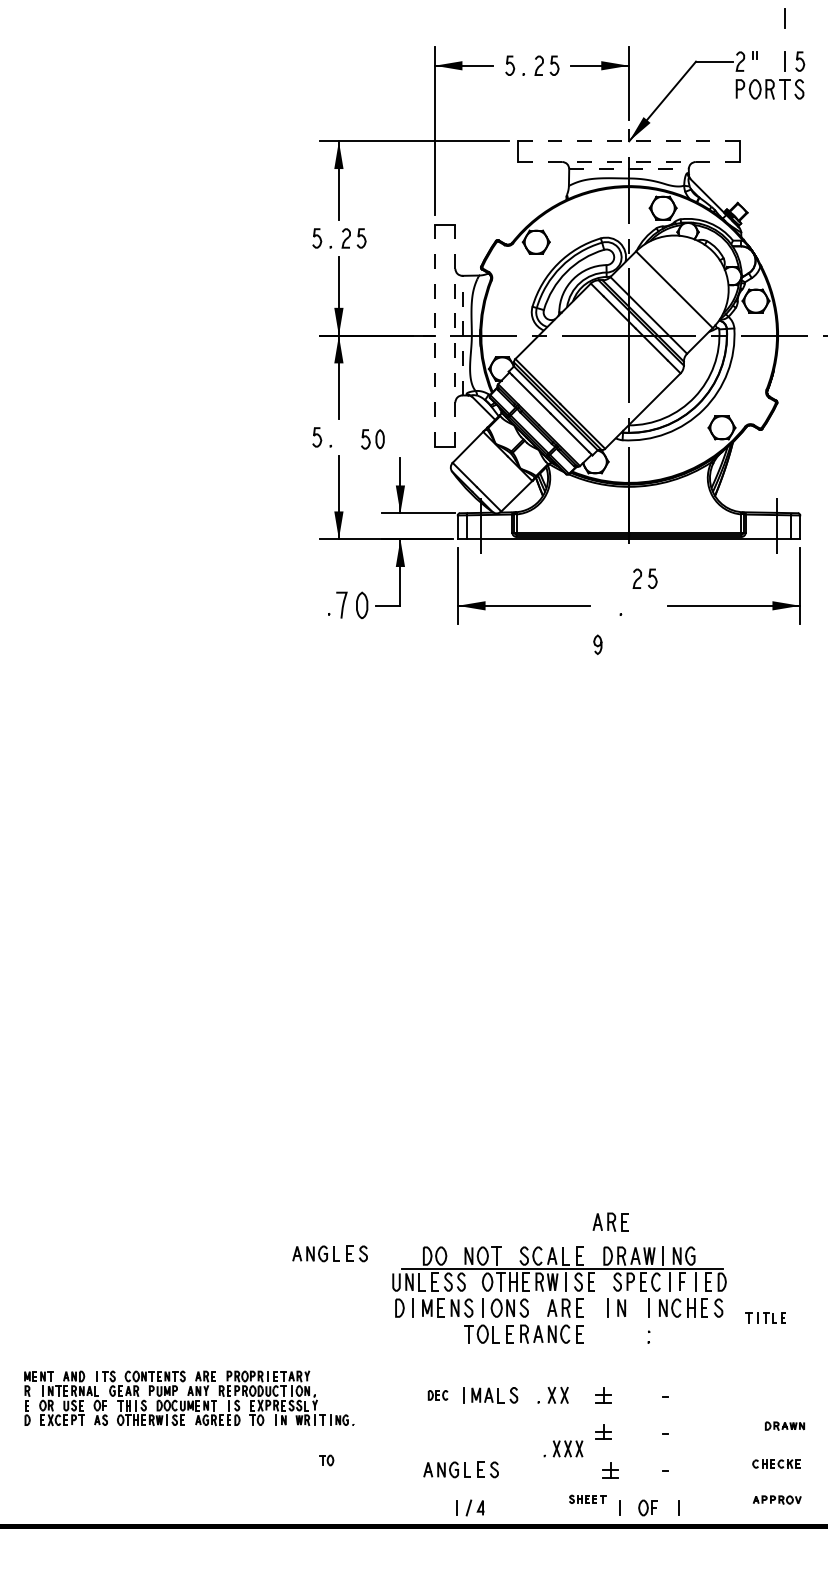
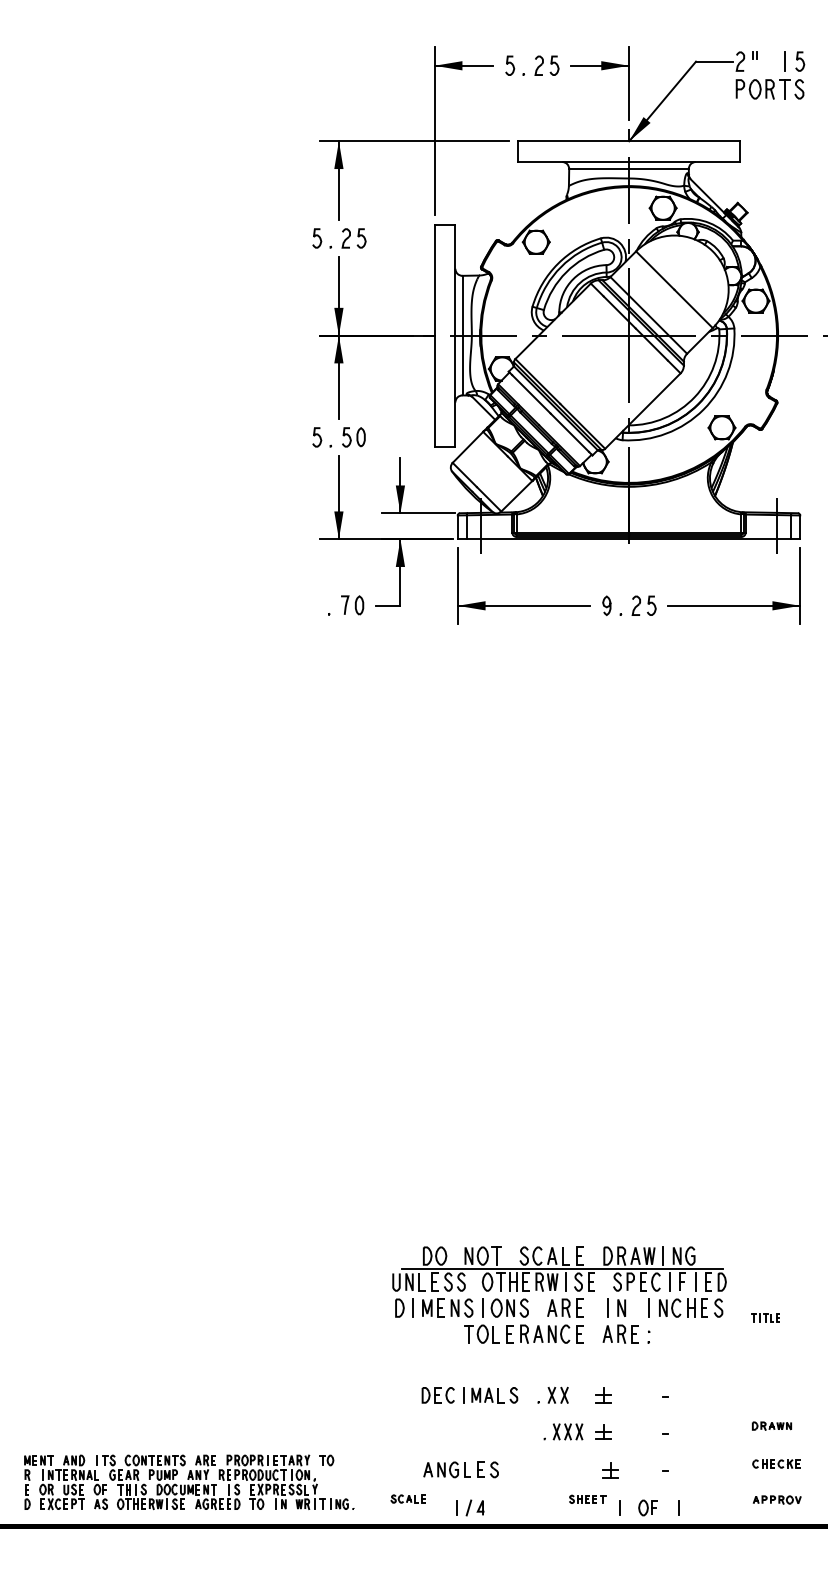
line at (784, 18): present -> none
line at (629, 141): dashed -> solid
line at (629, 162): dashed -> solid
line at (629, 169): dashed -> solid
line at (434, 335): dashed -> solid
line at (462, 335): dashed -> solid
line at (455, 336): dashed -> solid
part at (372, 439) position: (372, 439) -> (353, 437)
part at (644, 578) position: (644, 578) -> (643, 605)
part at (352, 604) size: 33x28 px -> 24x21 px
curve at (596, 644) position: (596, 644) -> (605, 605)
part at (610, 1221) position: (610, 1221) -> (620, 1333)
part at (329, 1253): present -> none
part at (765, 1317) size: 41x12 px -> 29x10 px
part at (437, 1395) size: 22x11 px -> 34x17 px
part at (189, 1398) position: (189, 1398) -> (189, 1482)
part at (785, 1425) position: (785, 1425) -> (772, 1425)
part at (563, 1448) position: (563, 1448) -> (563, 1431)
part at (407, 1498): none -> present
